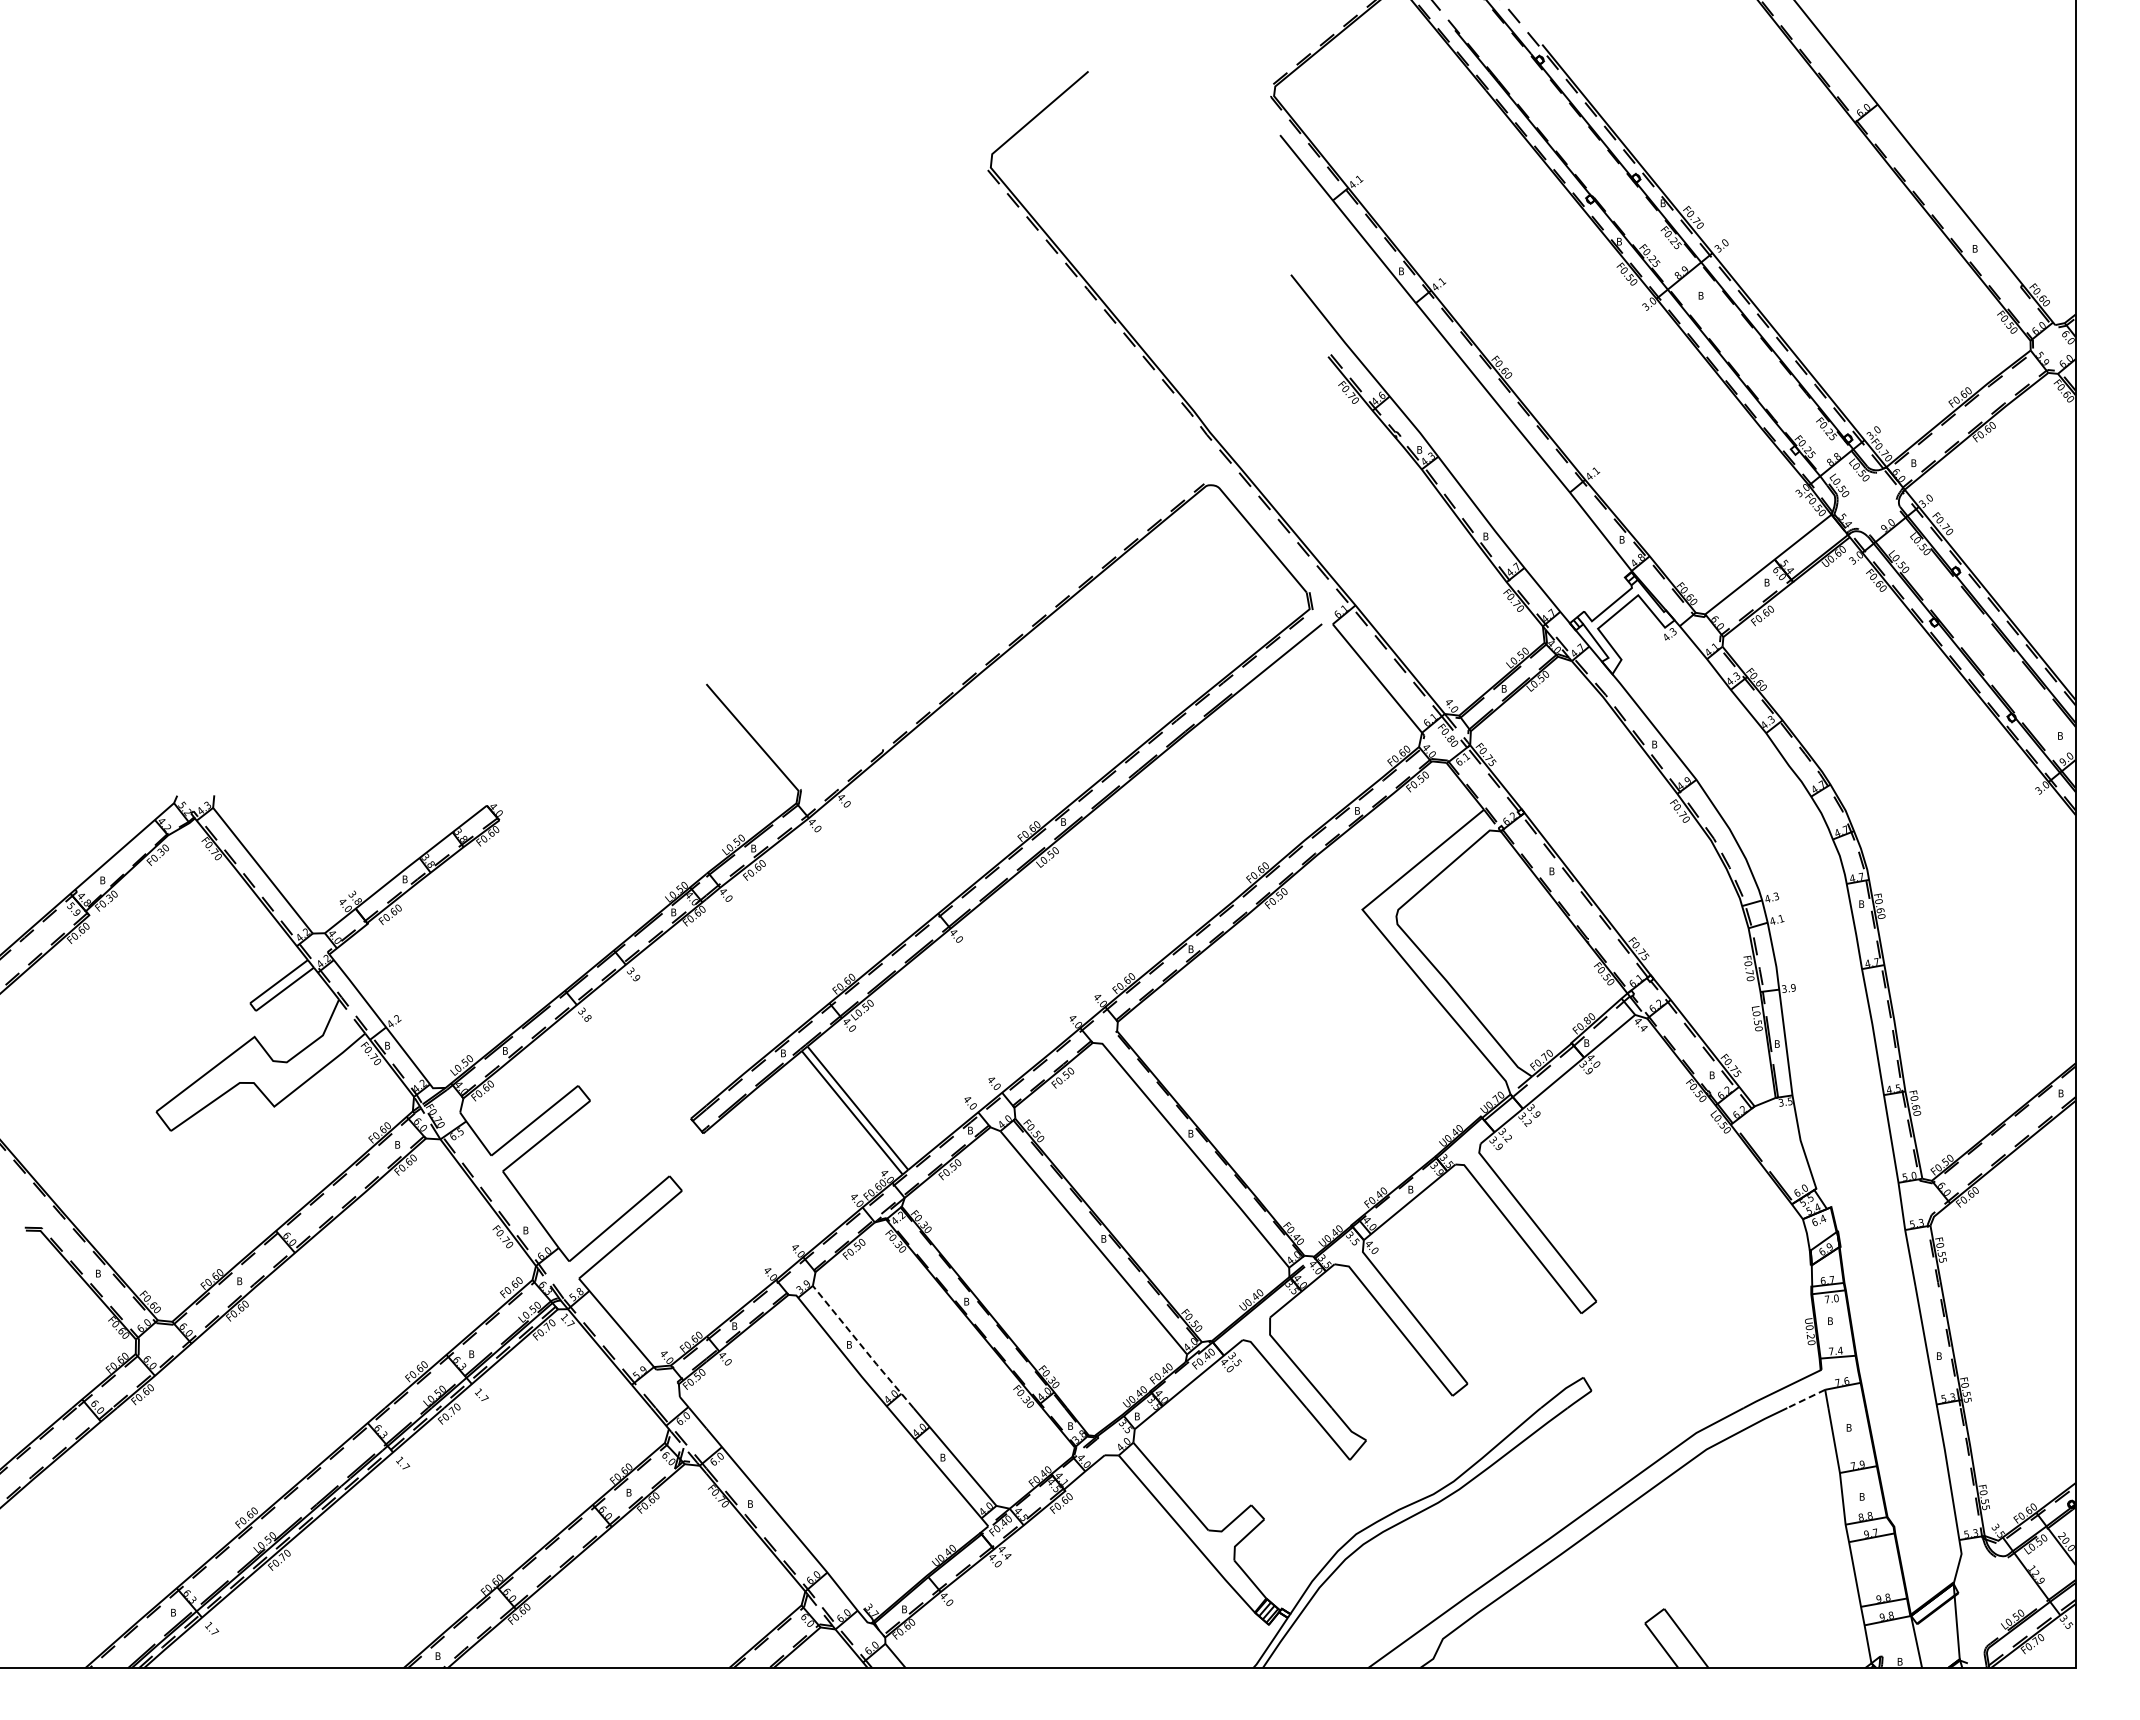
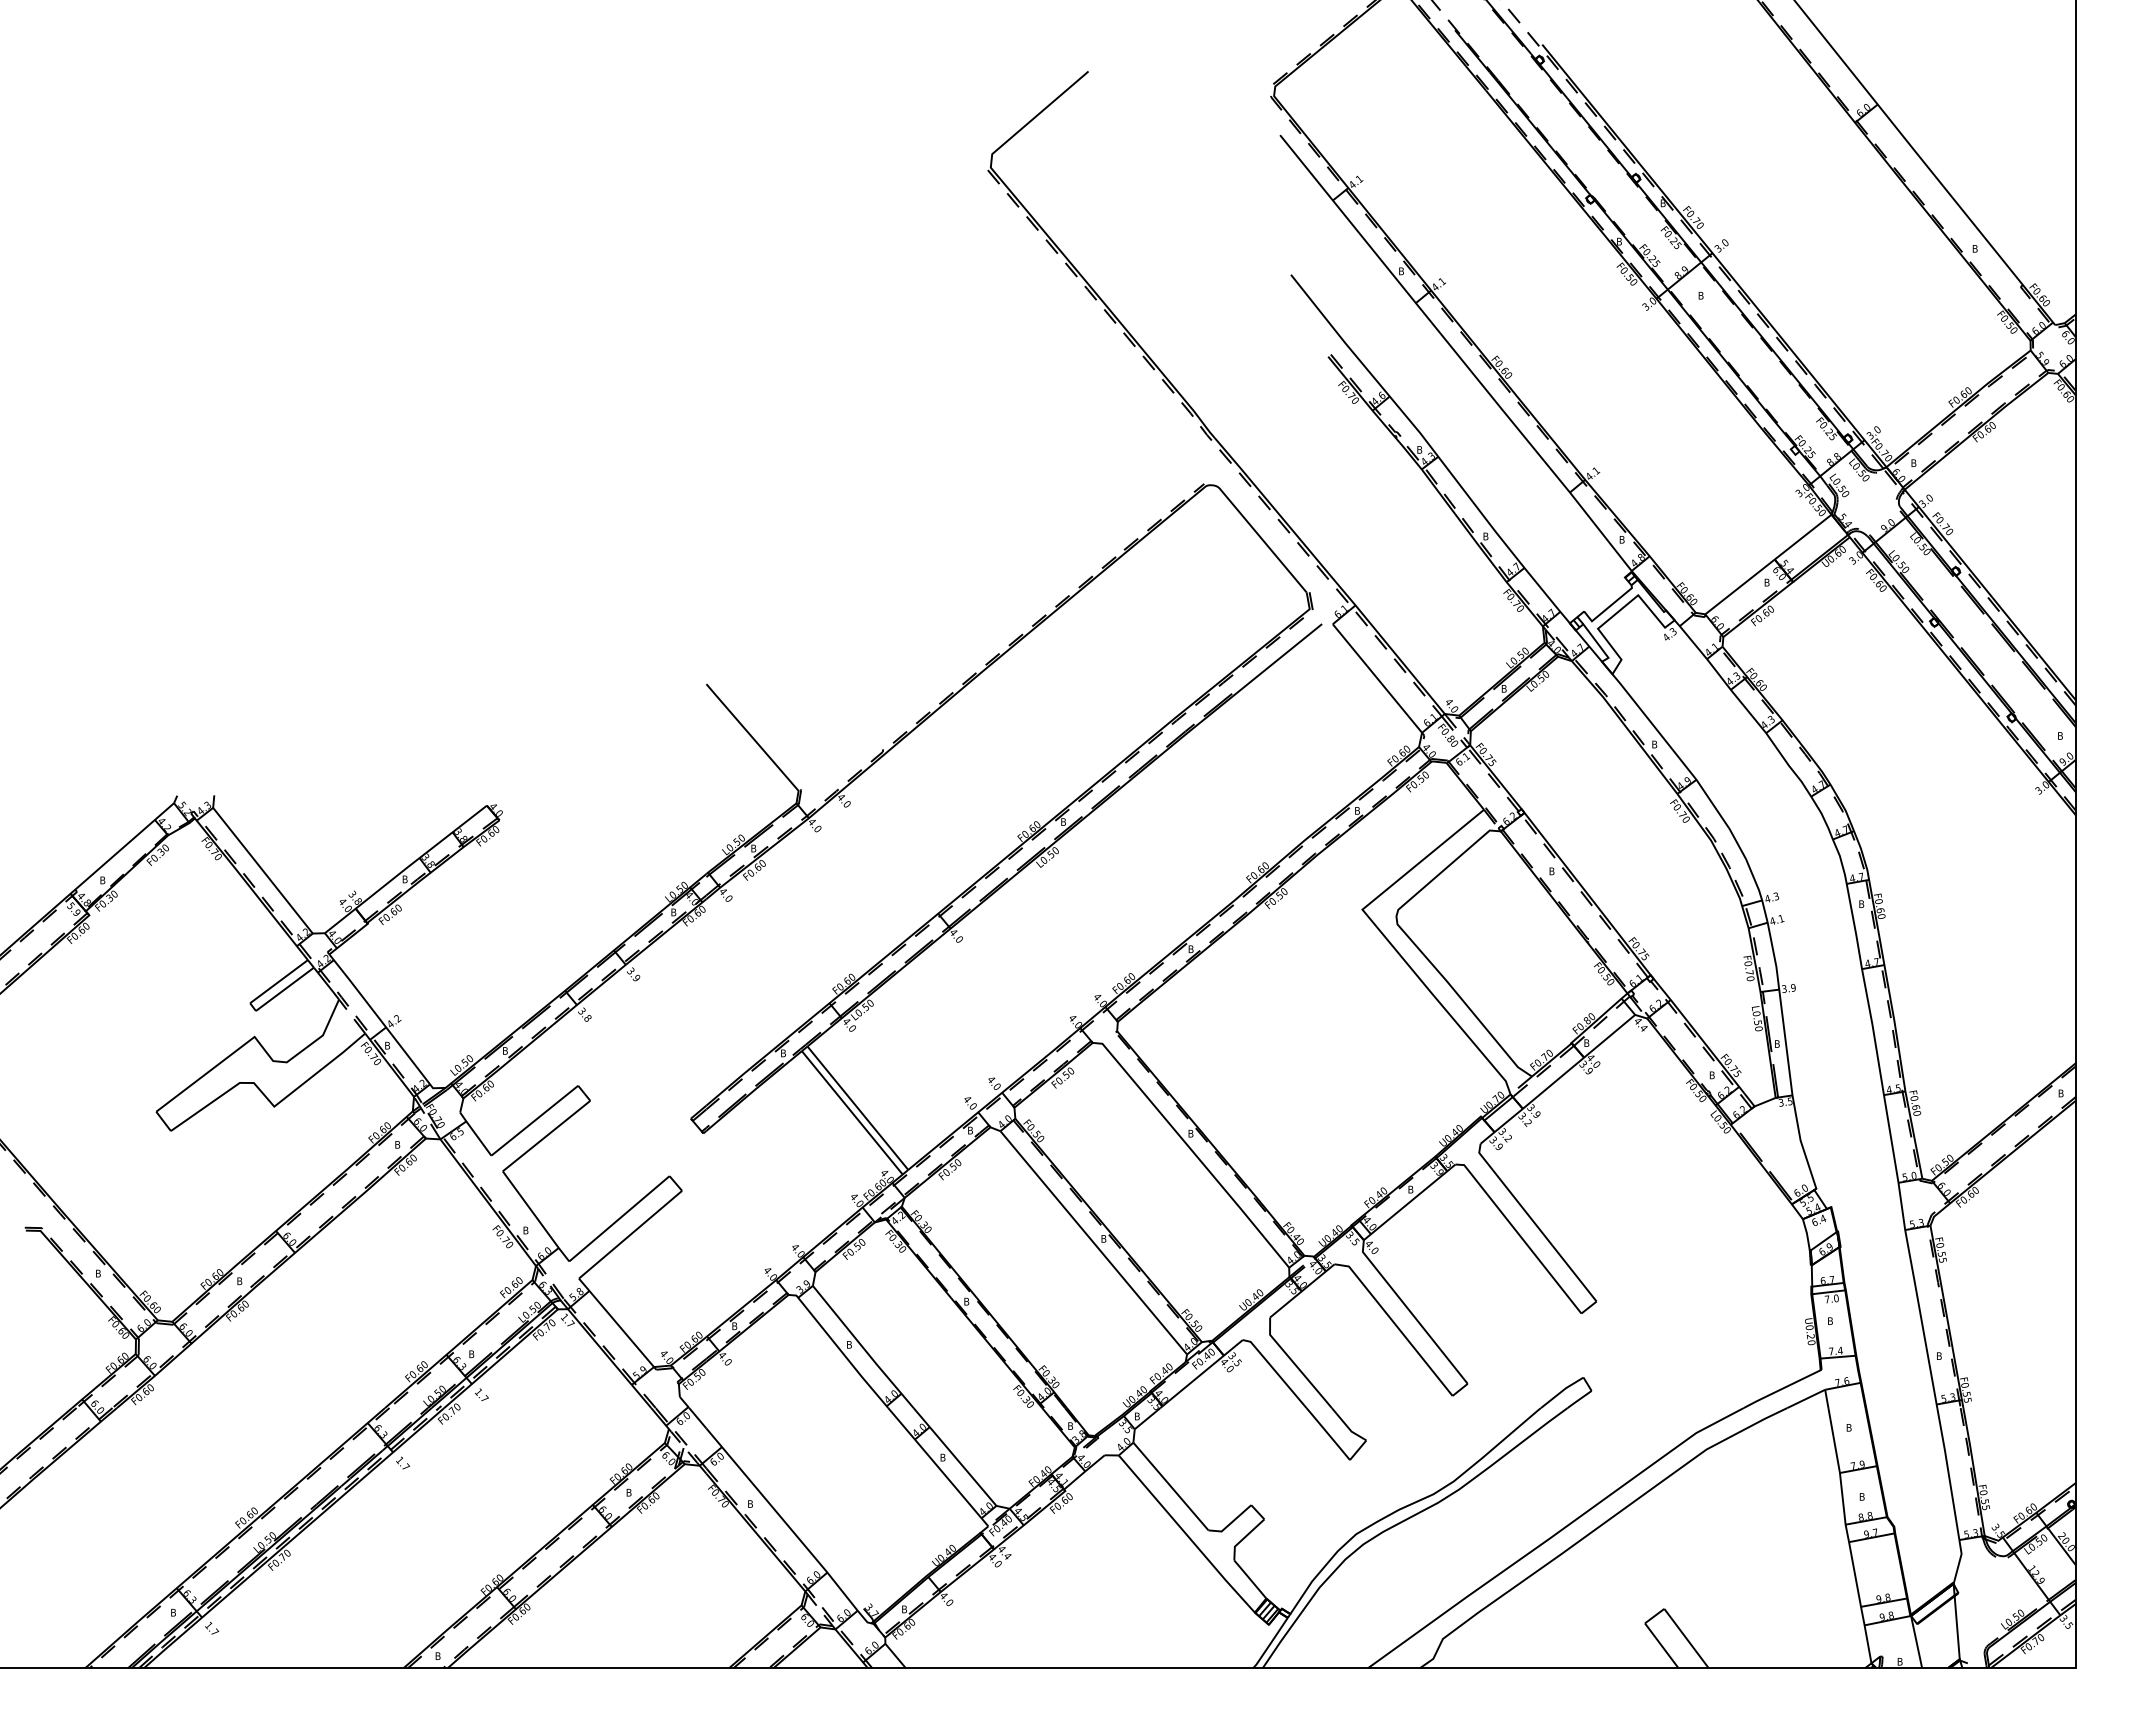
line at (863, 1348): dashed -> solid
line at (1805, 1399): dashed -> solid
